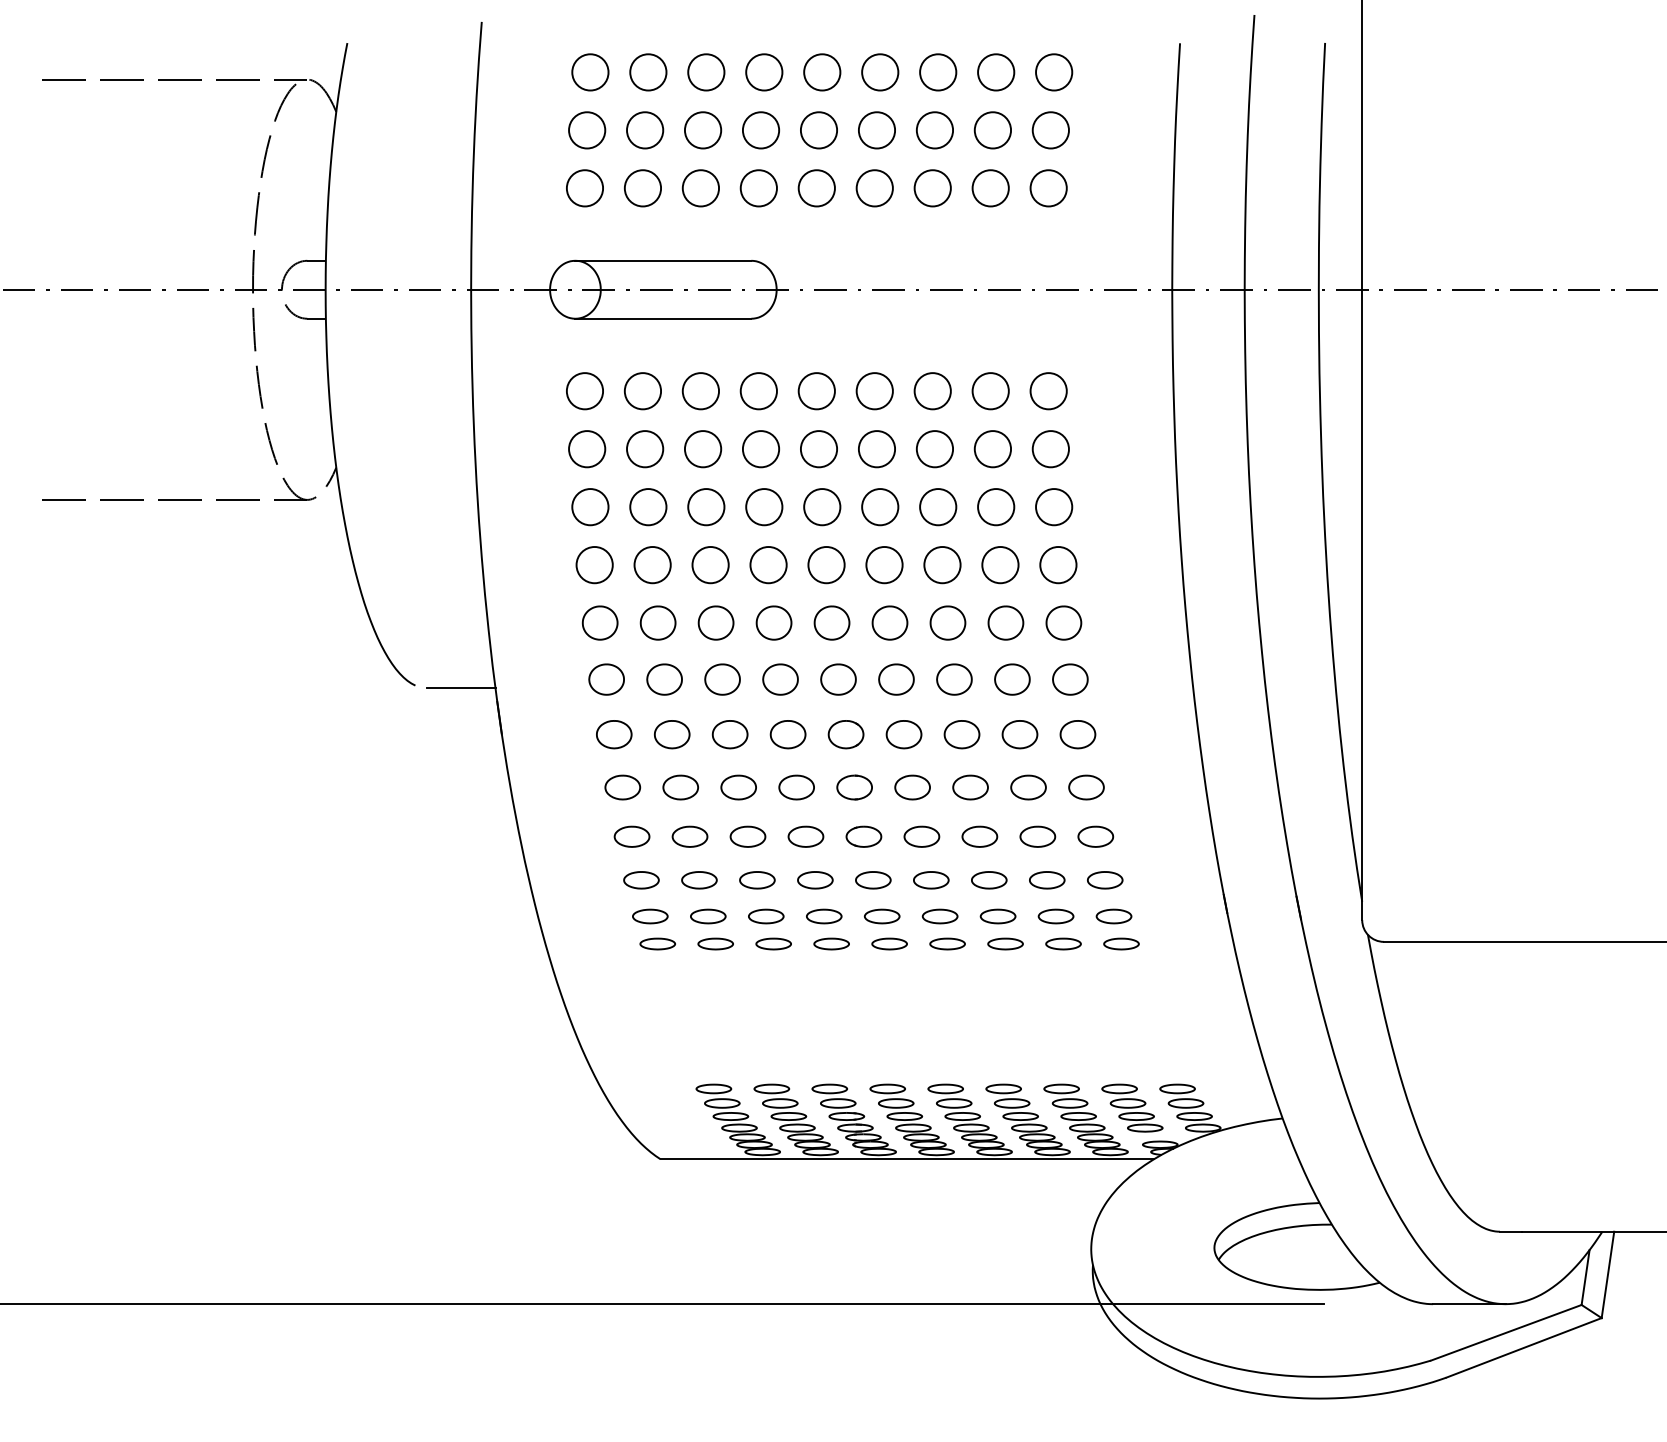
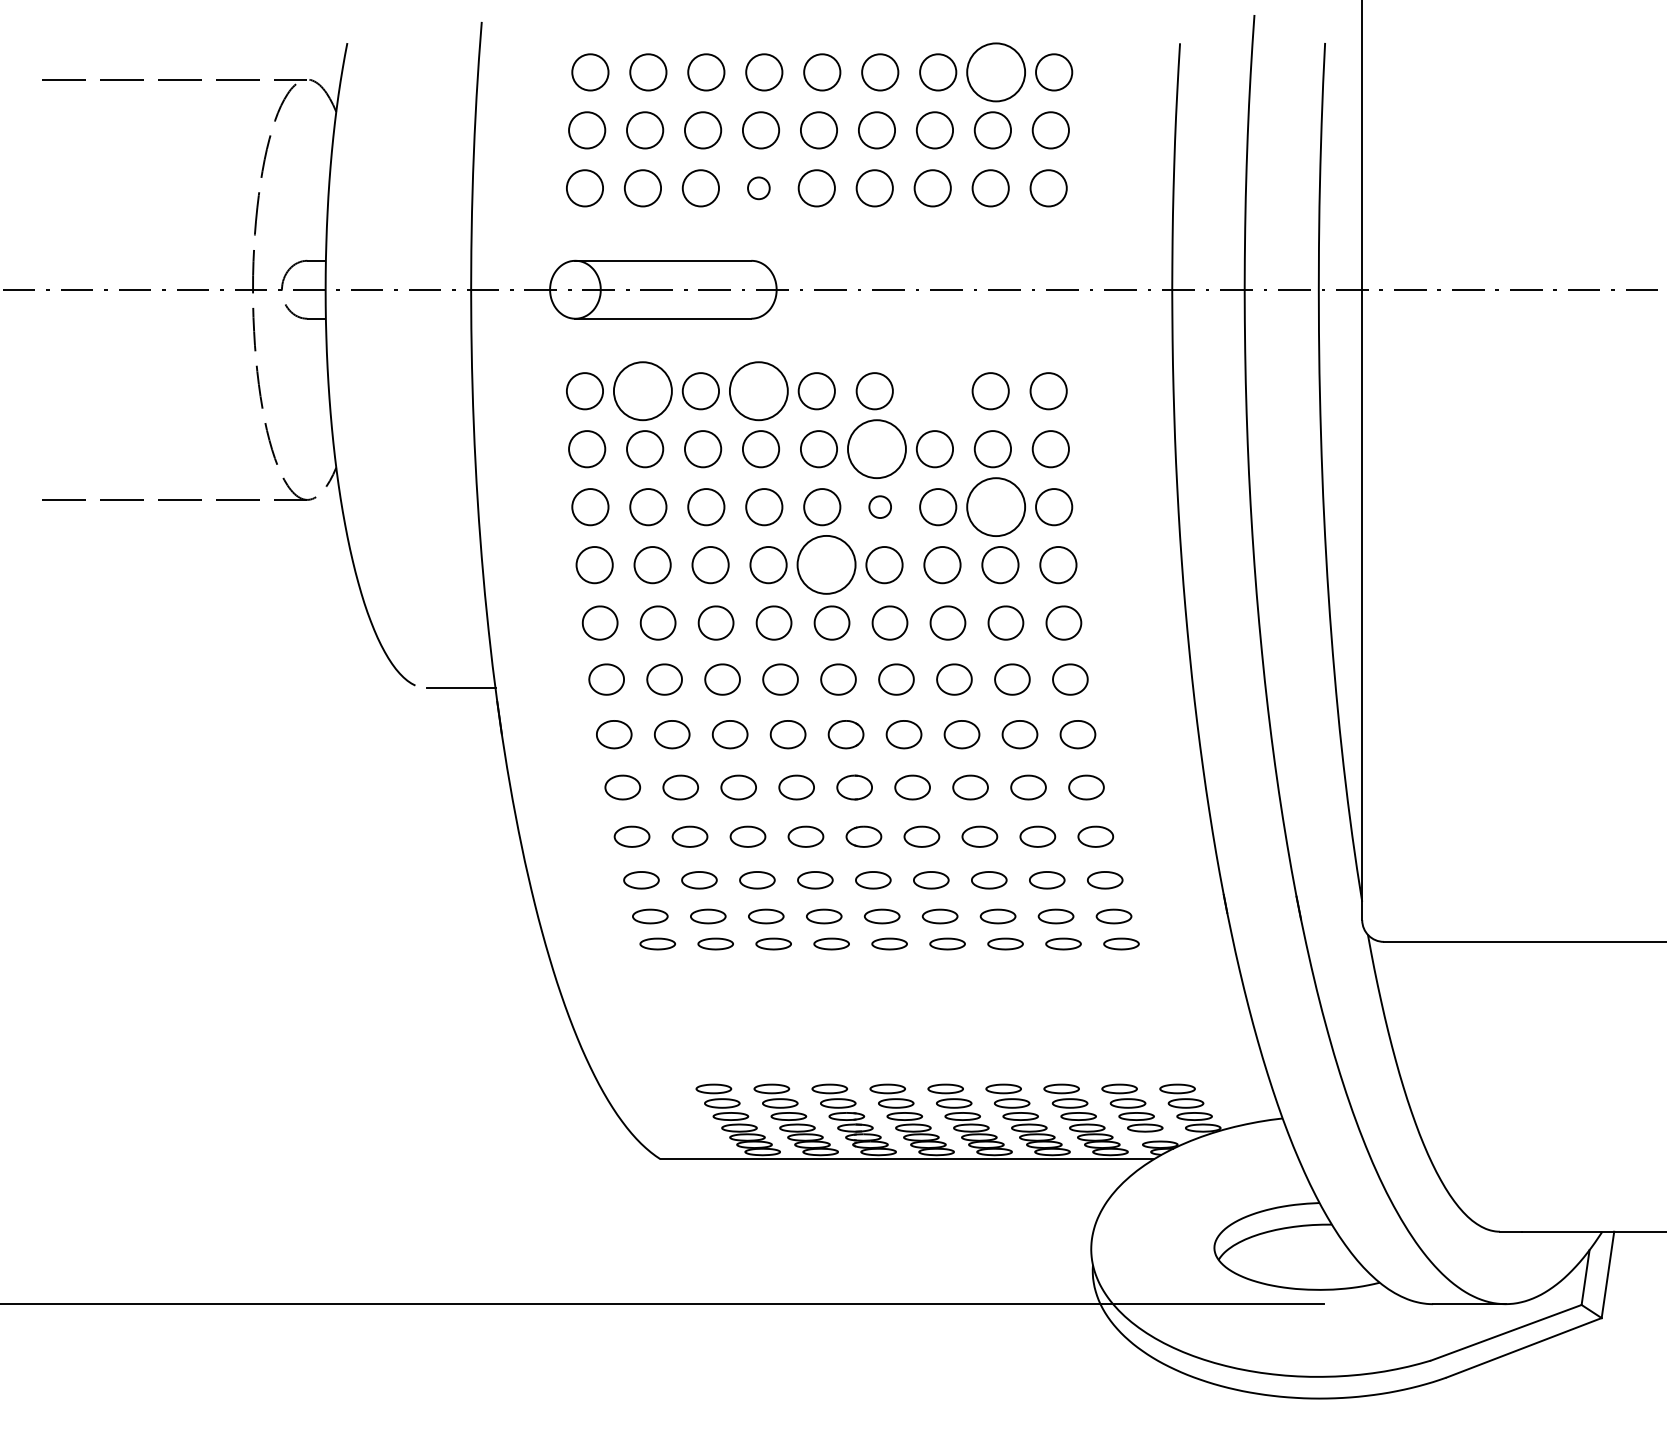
circle at (996, 72) diameter: 36 px -> 58 px
circle at (758, 188) diameter: 36 px -> 22 px
circle at (642, 391) diameter: 36 px -> 58 px
circle at (758, 391) diameter: 36 px -> 58 px
circle at (932, 391): present -> none
circle at (876, 449) diameter: 36 px -> 58 px
circle at (880, 507) diameter: 36 px -> 22 px
circle at (996, 507) diameter: 36 px -> 58 px
circle at (826, 565) size: 39x39 px -> 61x60 px
